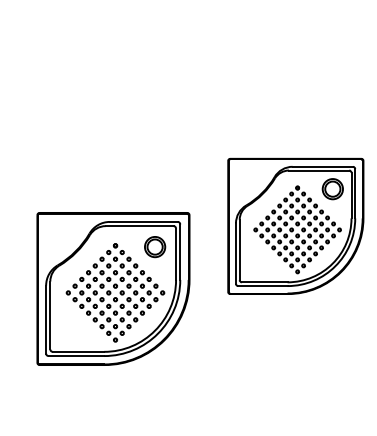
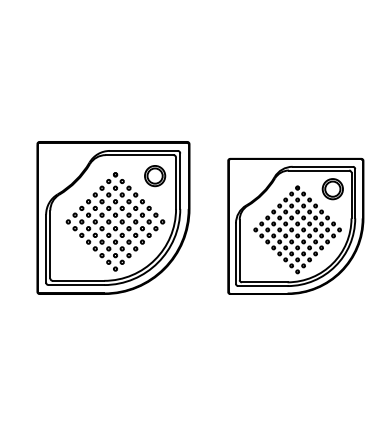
part at (113, 288) position: (113, 288) -> (113, 217)
